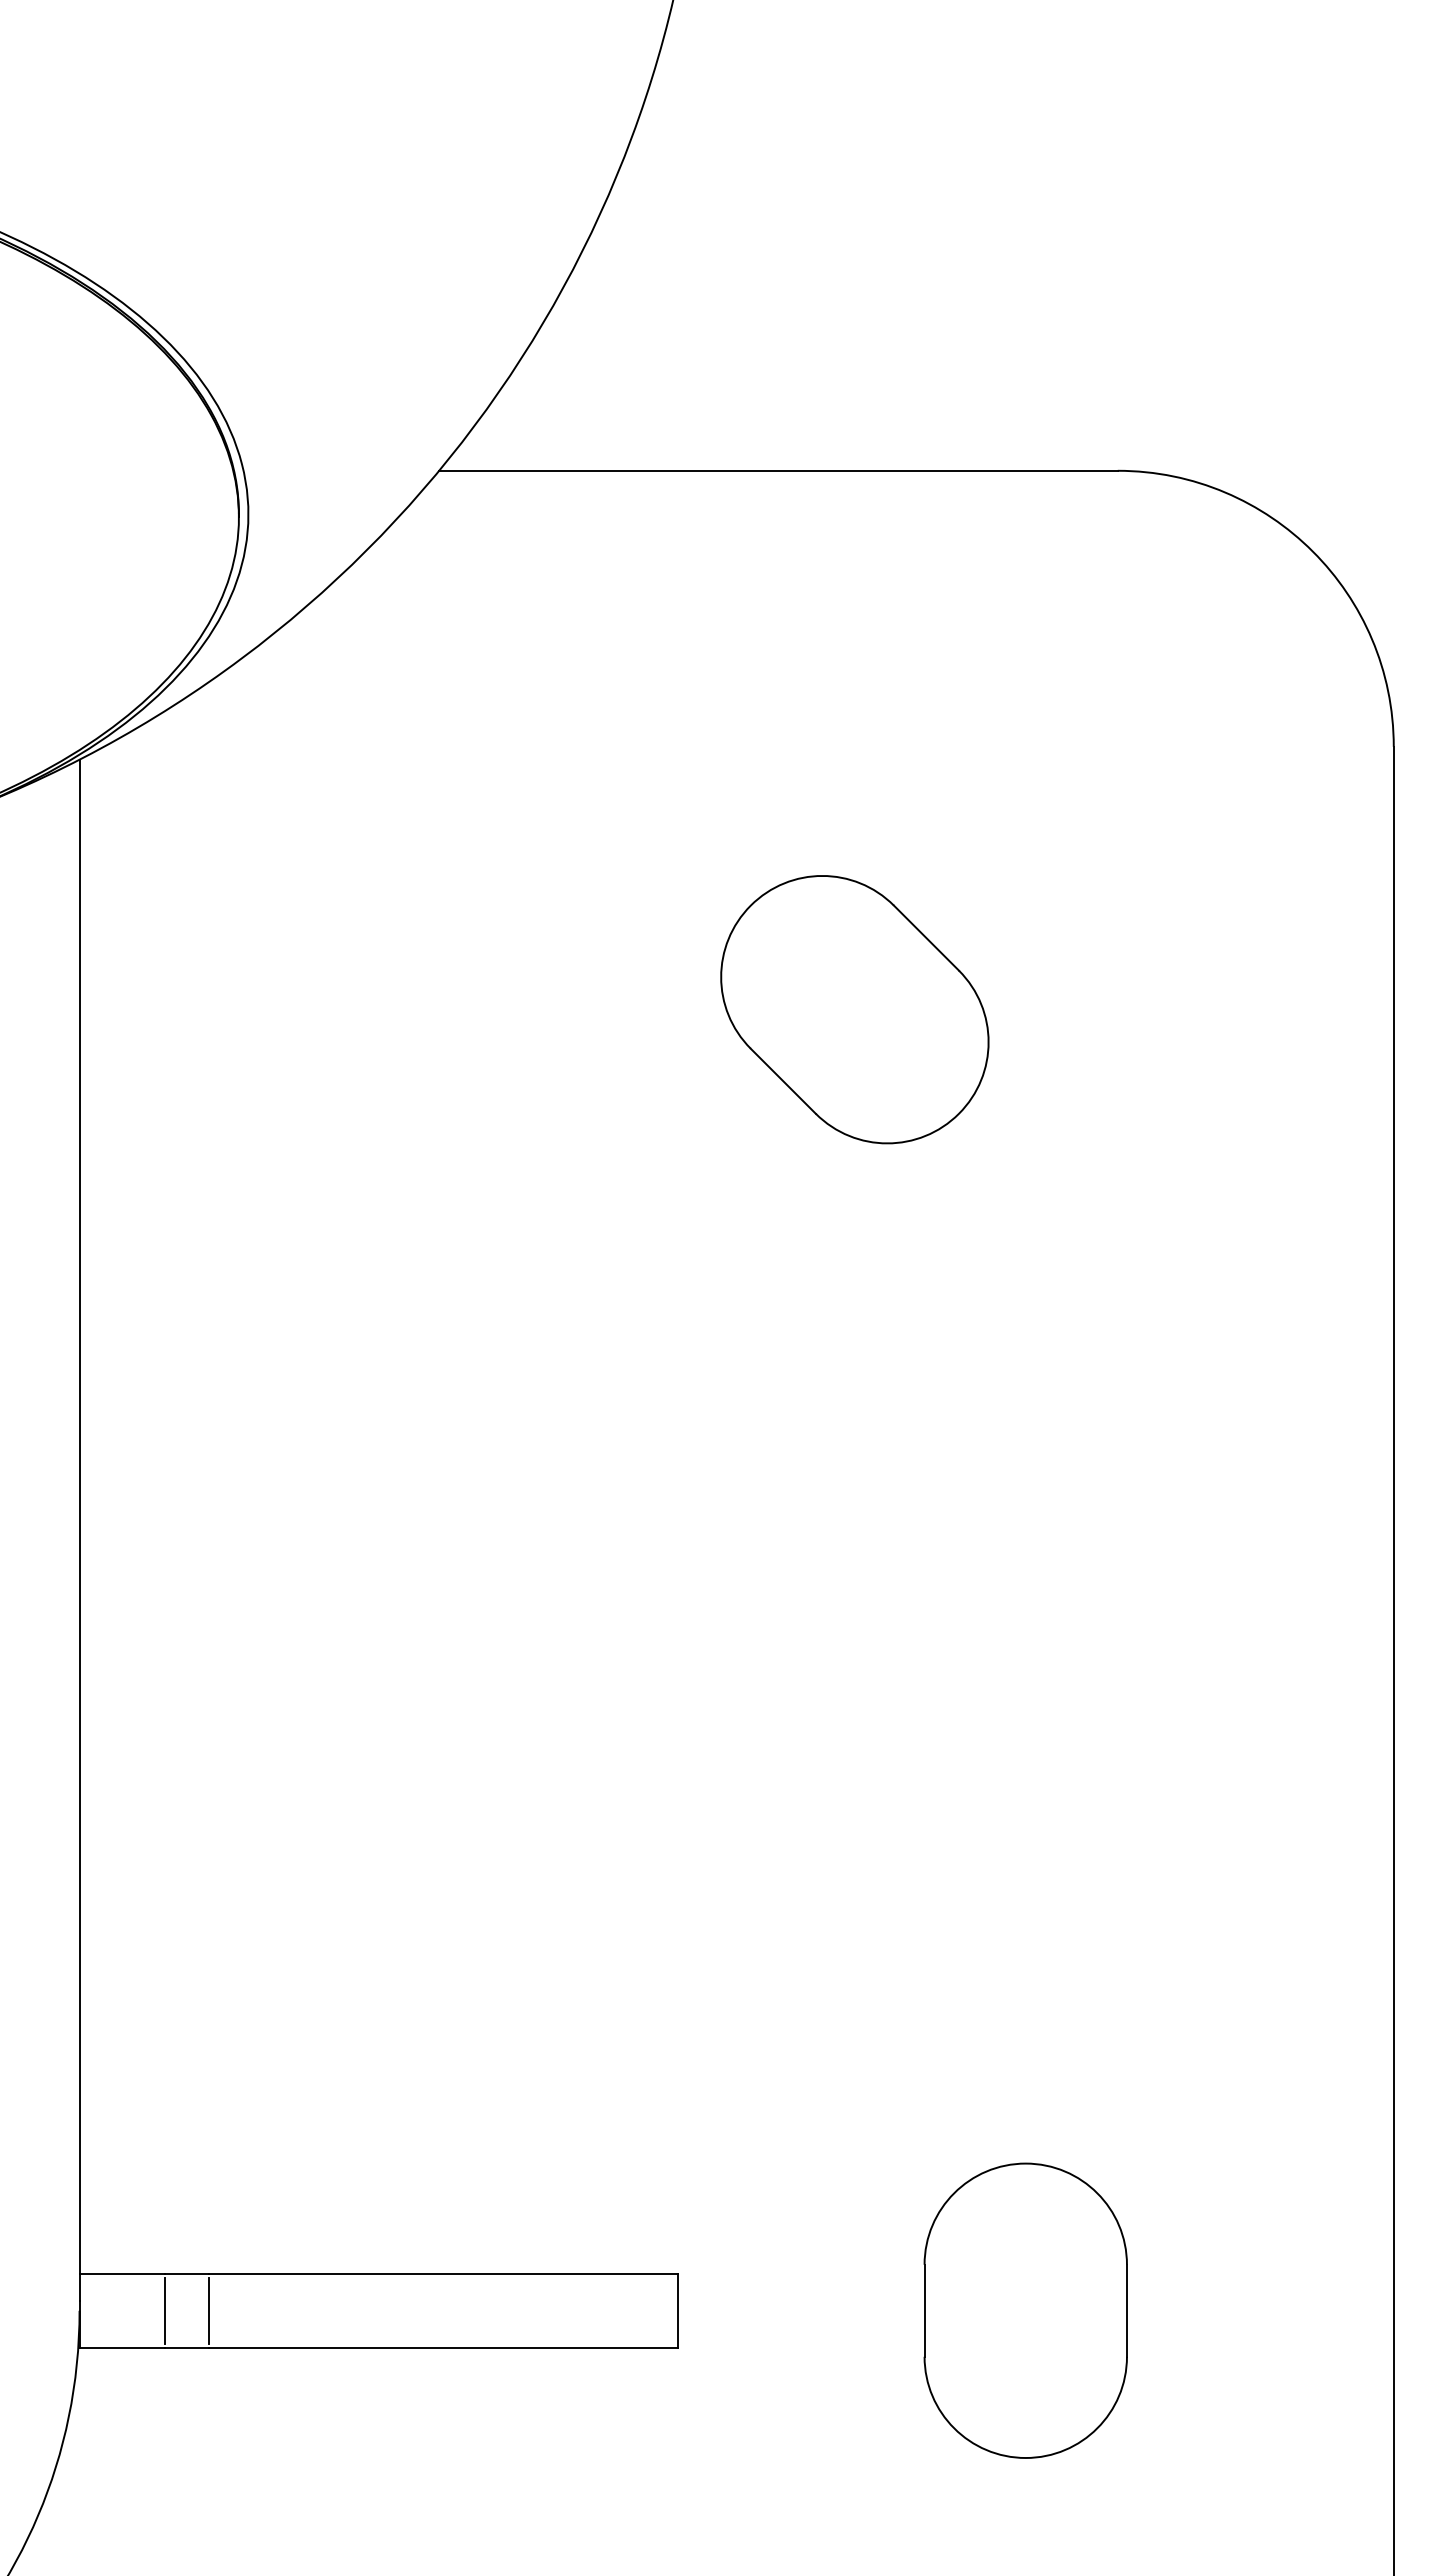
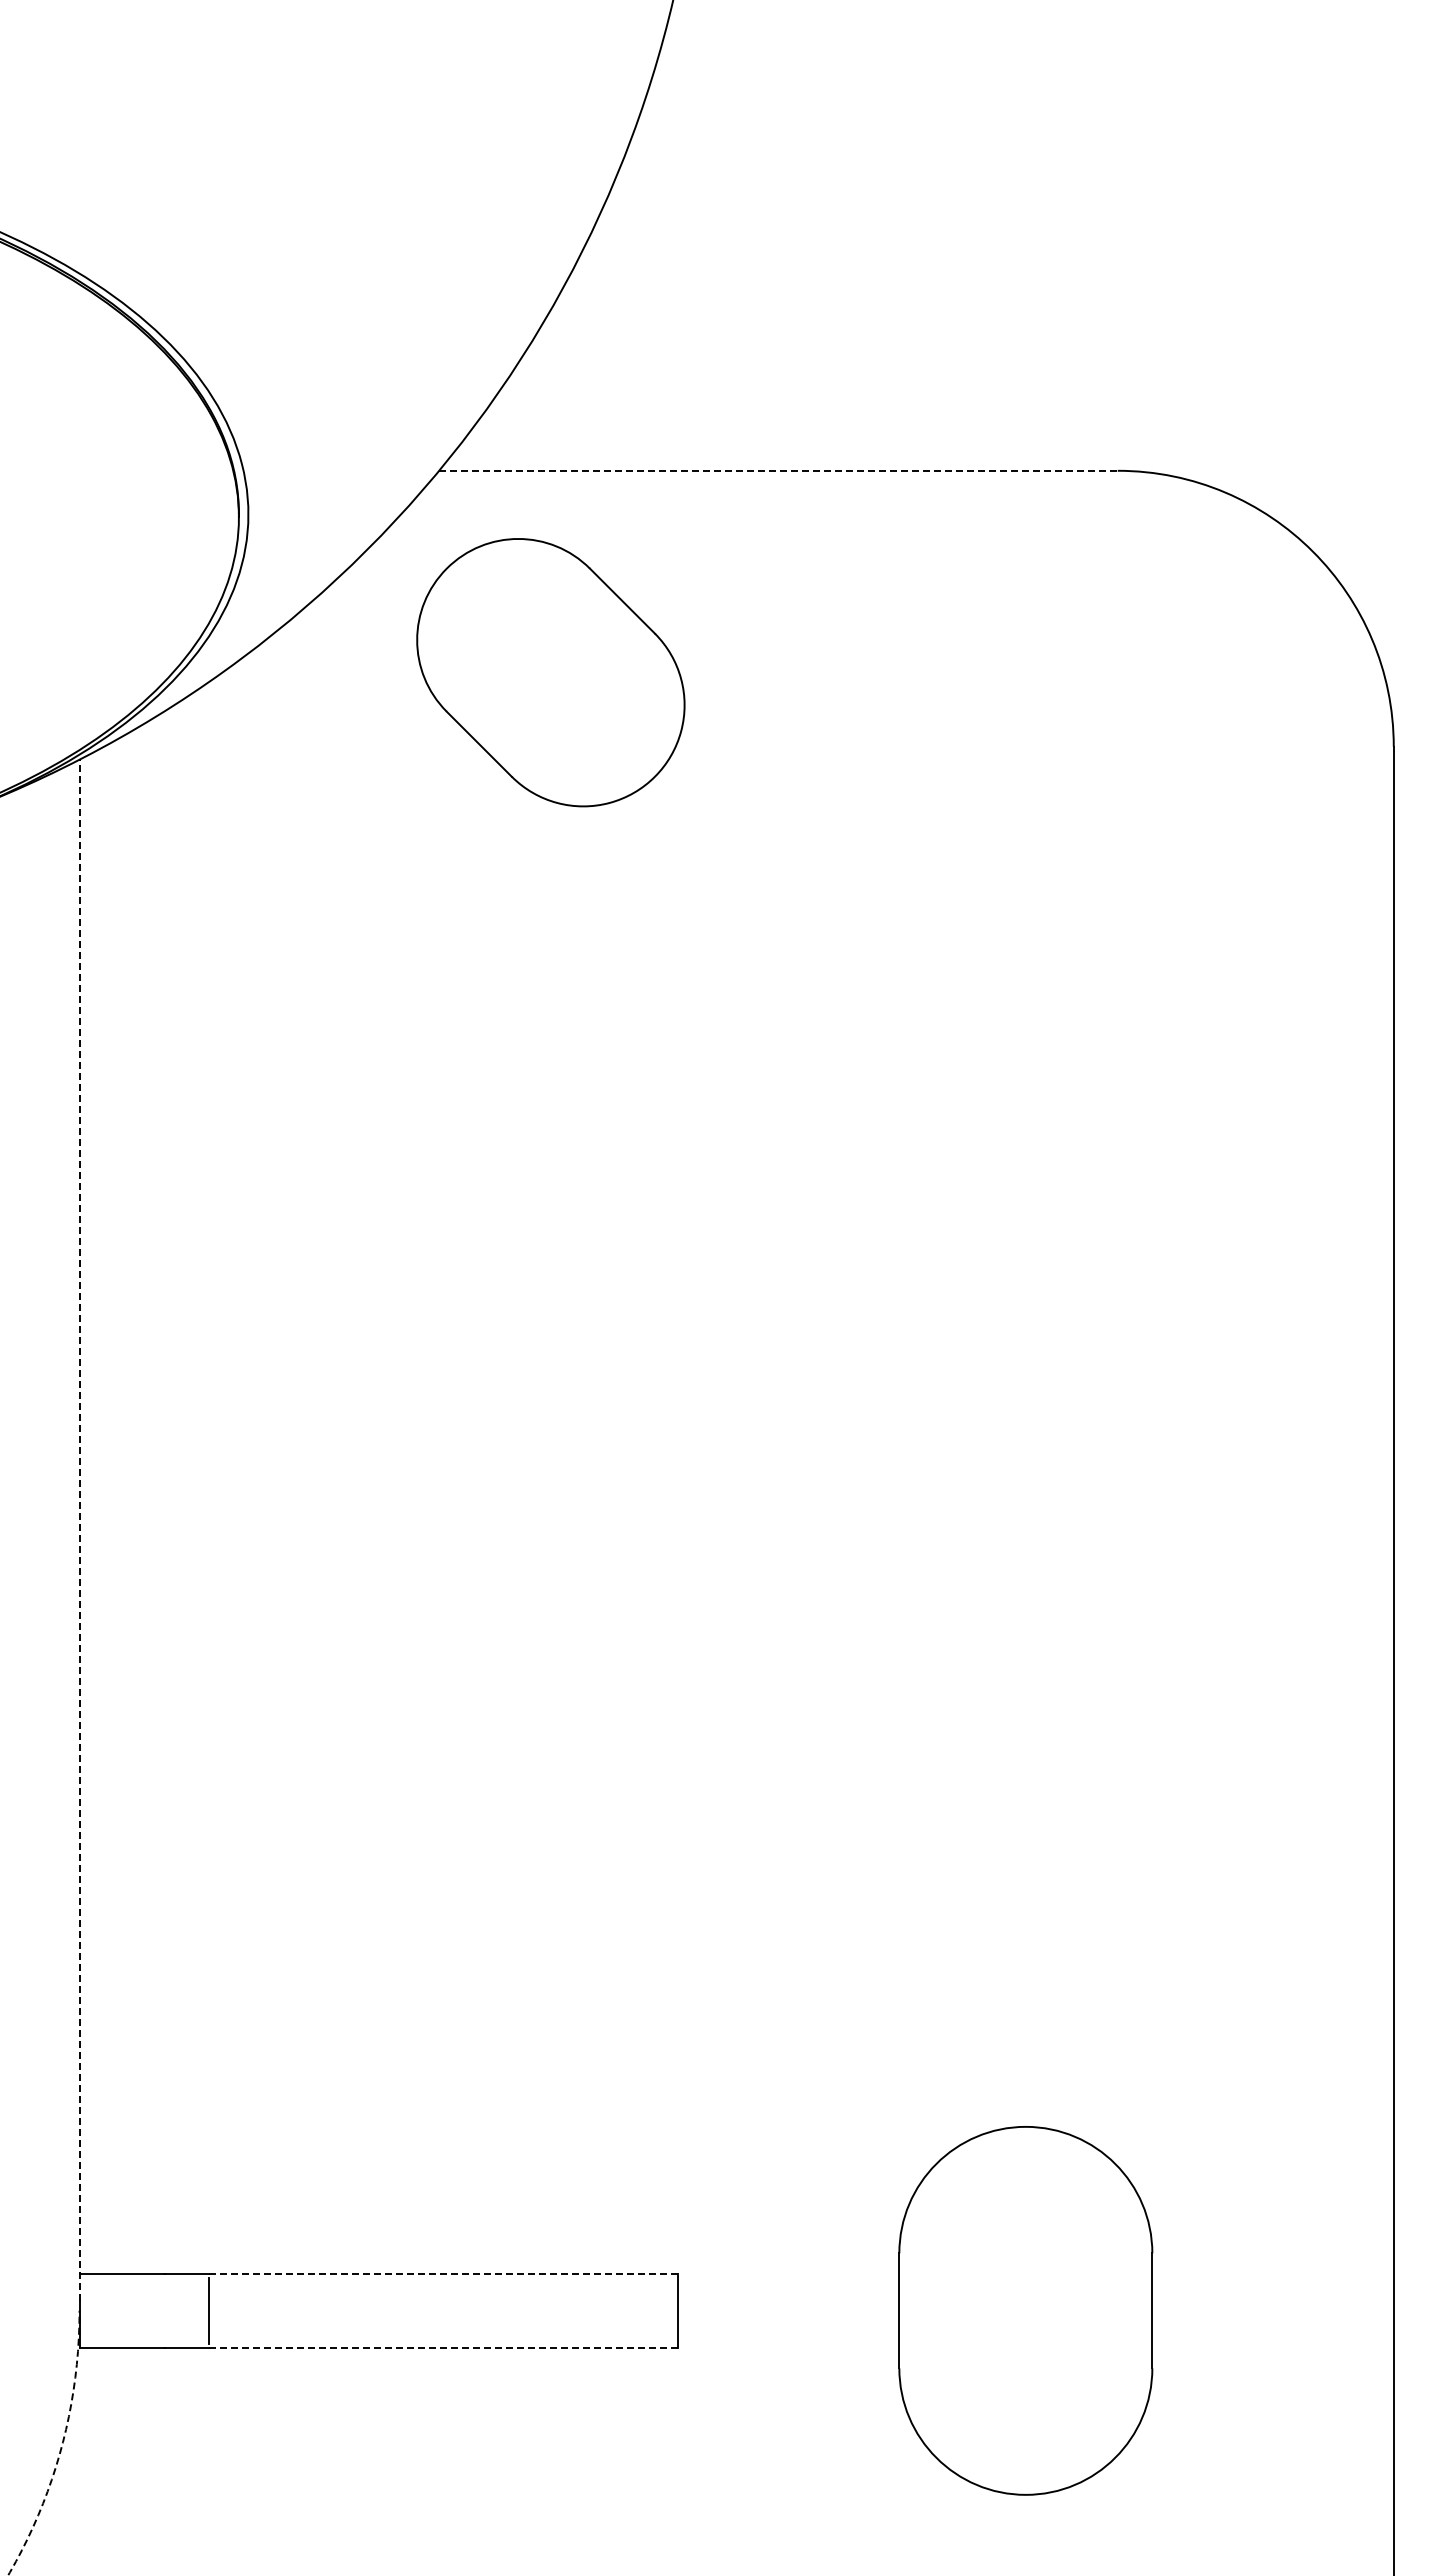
line at (778, 470): solid -> dashed
part at (854, 1009) position: (854, 1009) -> (550, 672)
line at (79, 1530): solid -> dashed
line at (443, 2273): solid -> dashed
line at (165, 2310): present -> none
part at (1025, 2310) size: 205x297 px -> 256x370 px
line at (443, 2347): solid -> dashed
arc at (62, 2443): solid -> dashed
